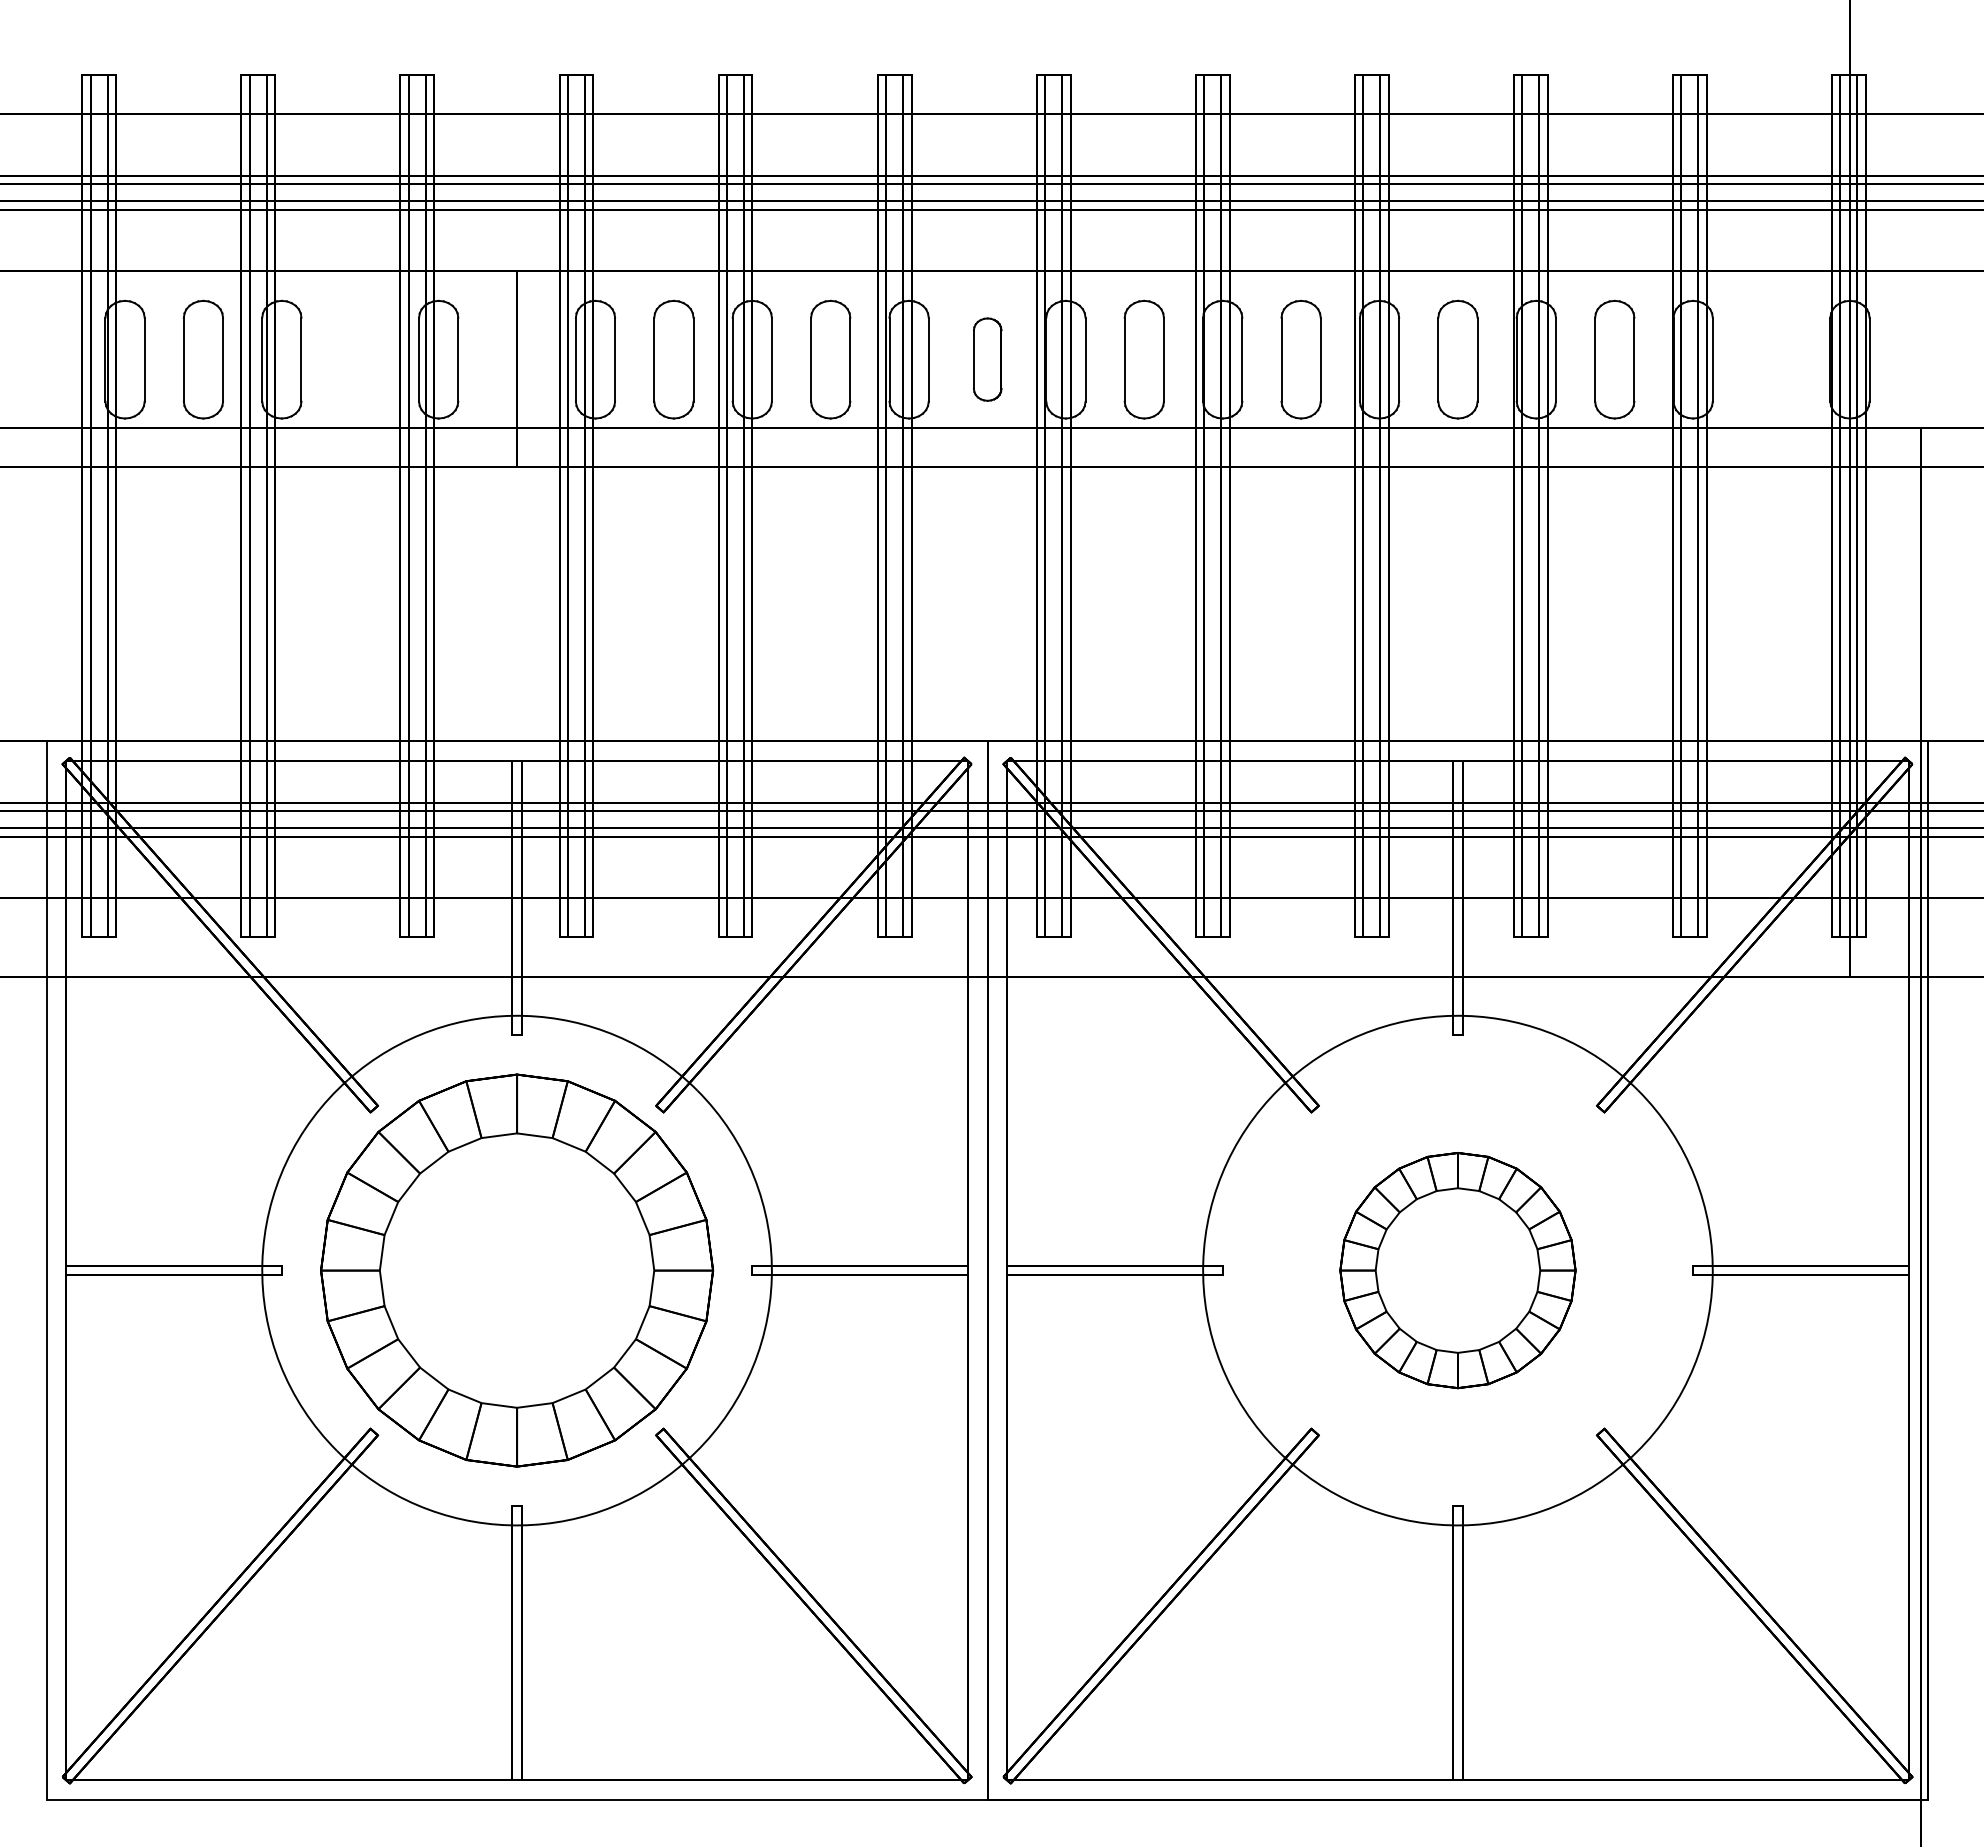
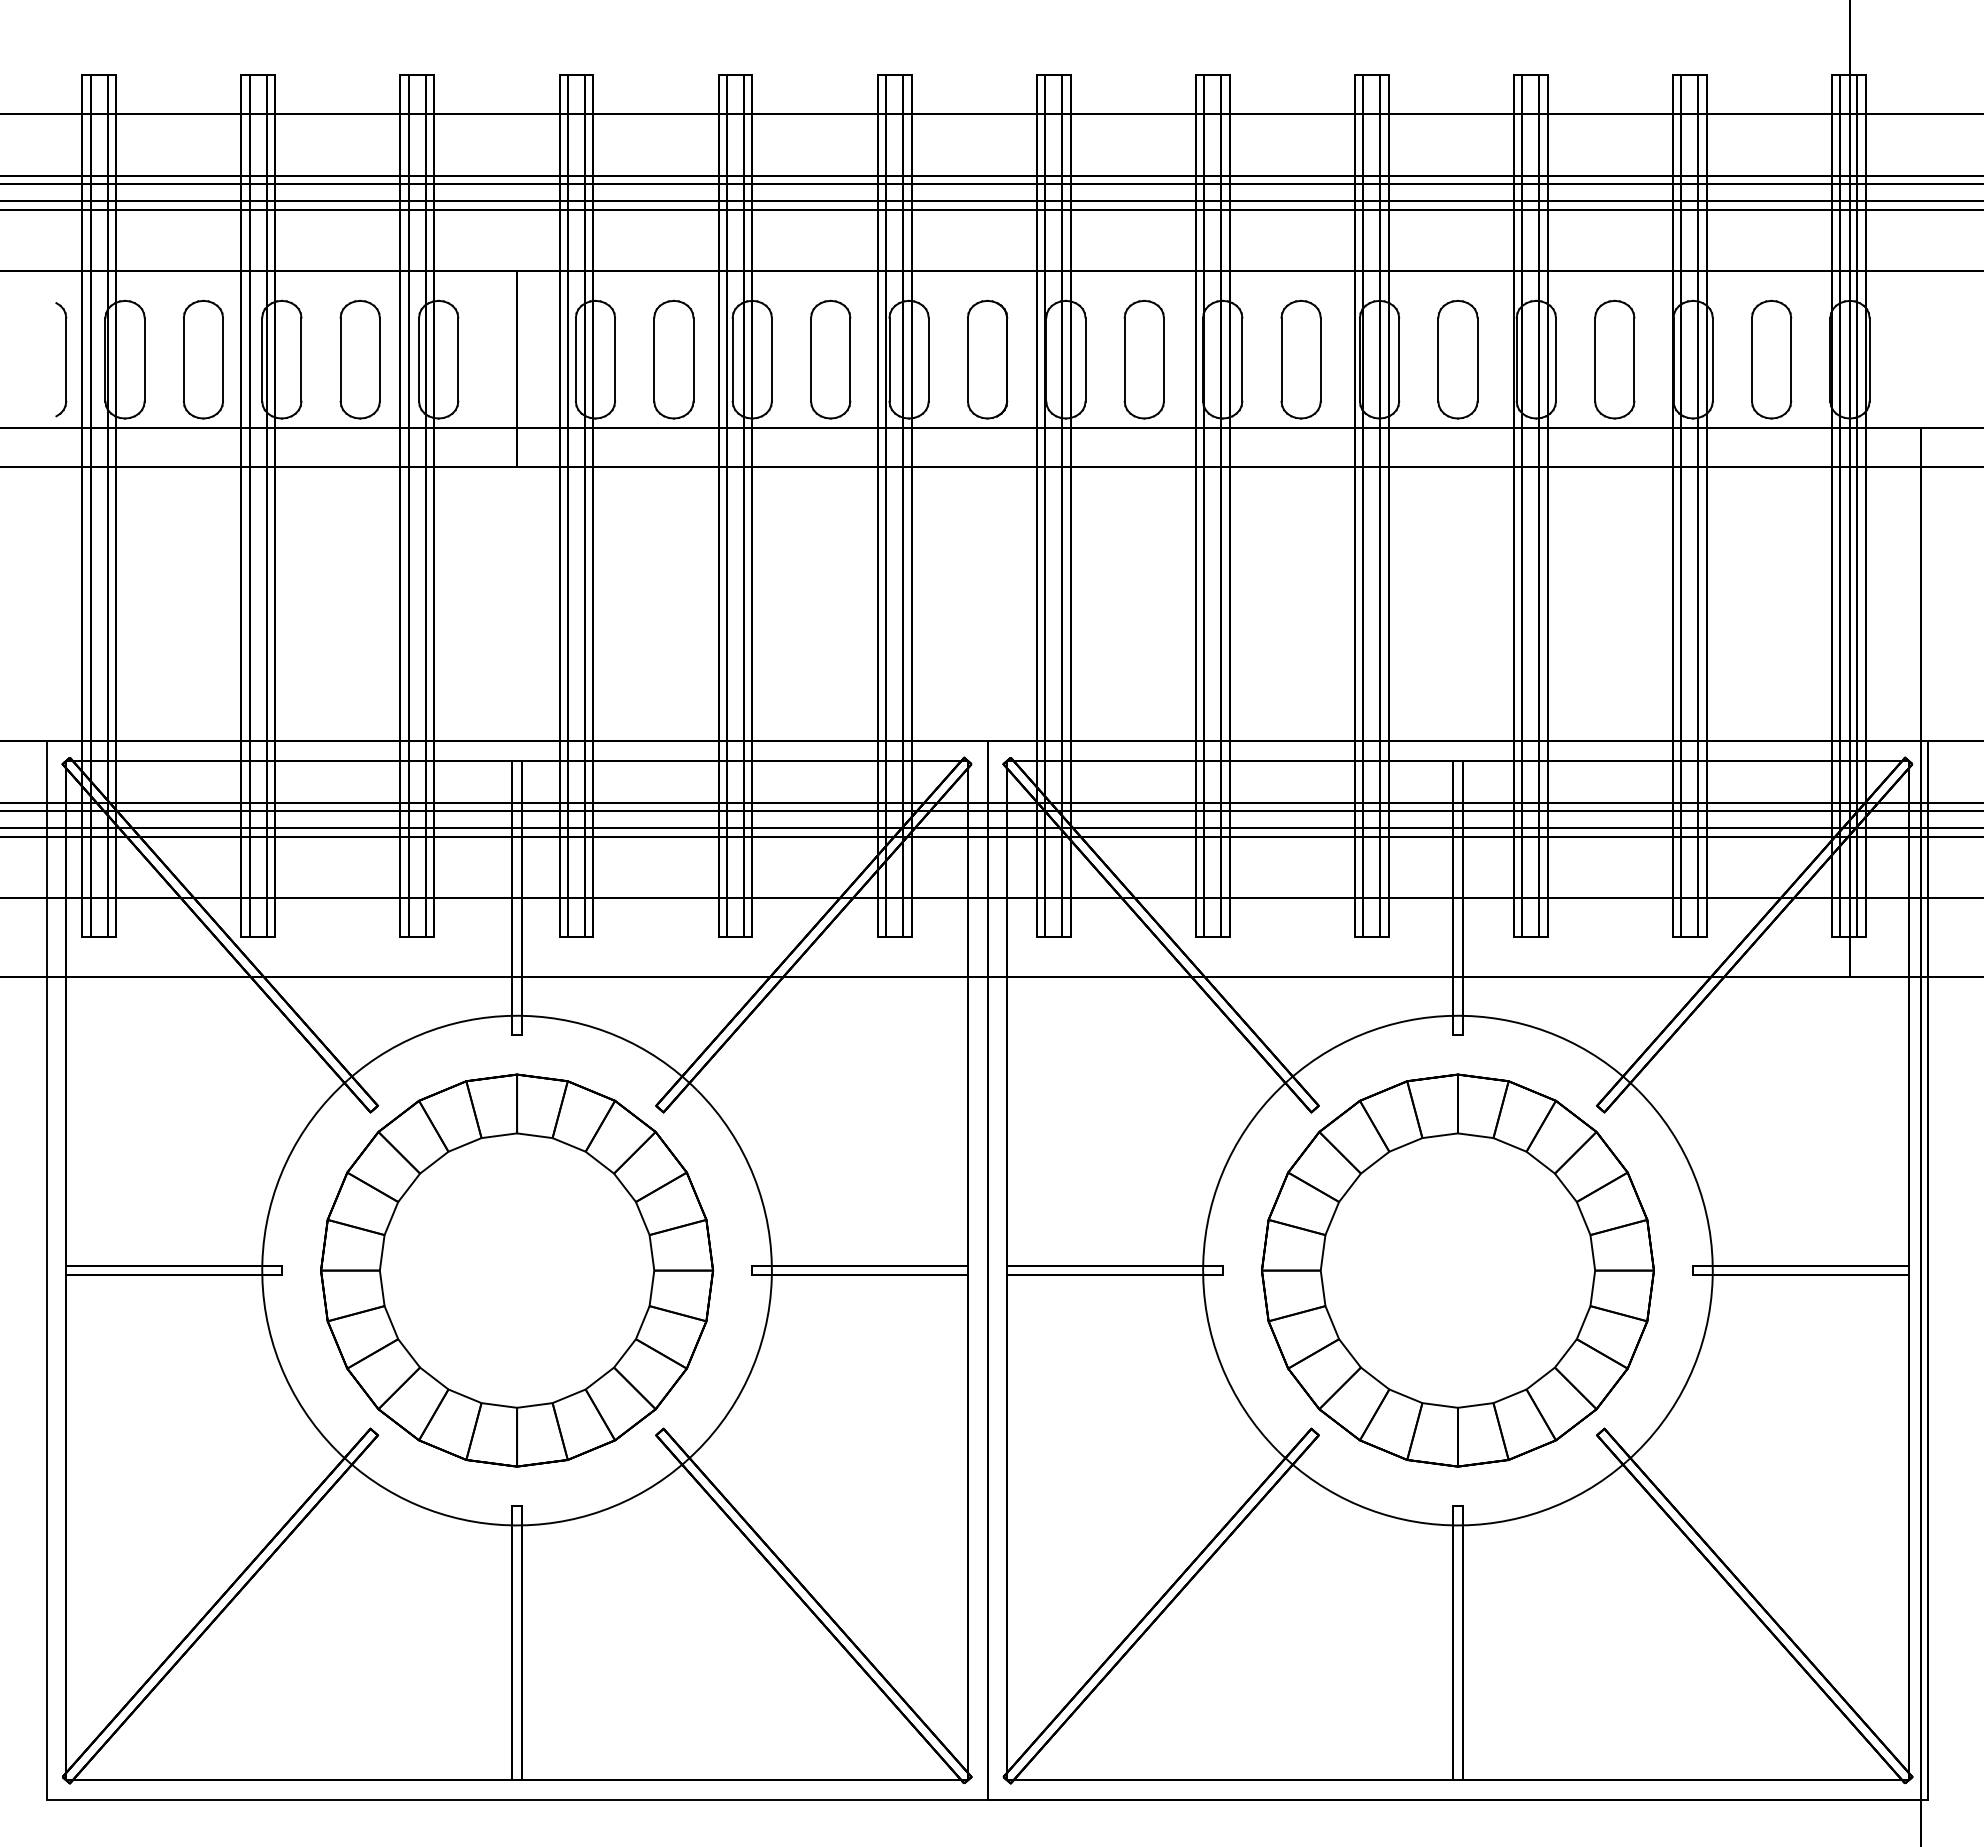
part at (61, 359): none -> present
part at (359, 359): none -> present
part at (987, 359) size: 30x85 px -> 42x121 px
part at (1771, 359): none -> present
part at (1457, 1270) size: 238x238 px -> 394x395 px
